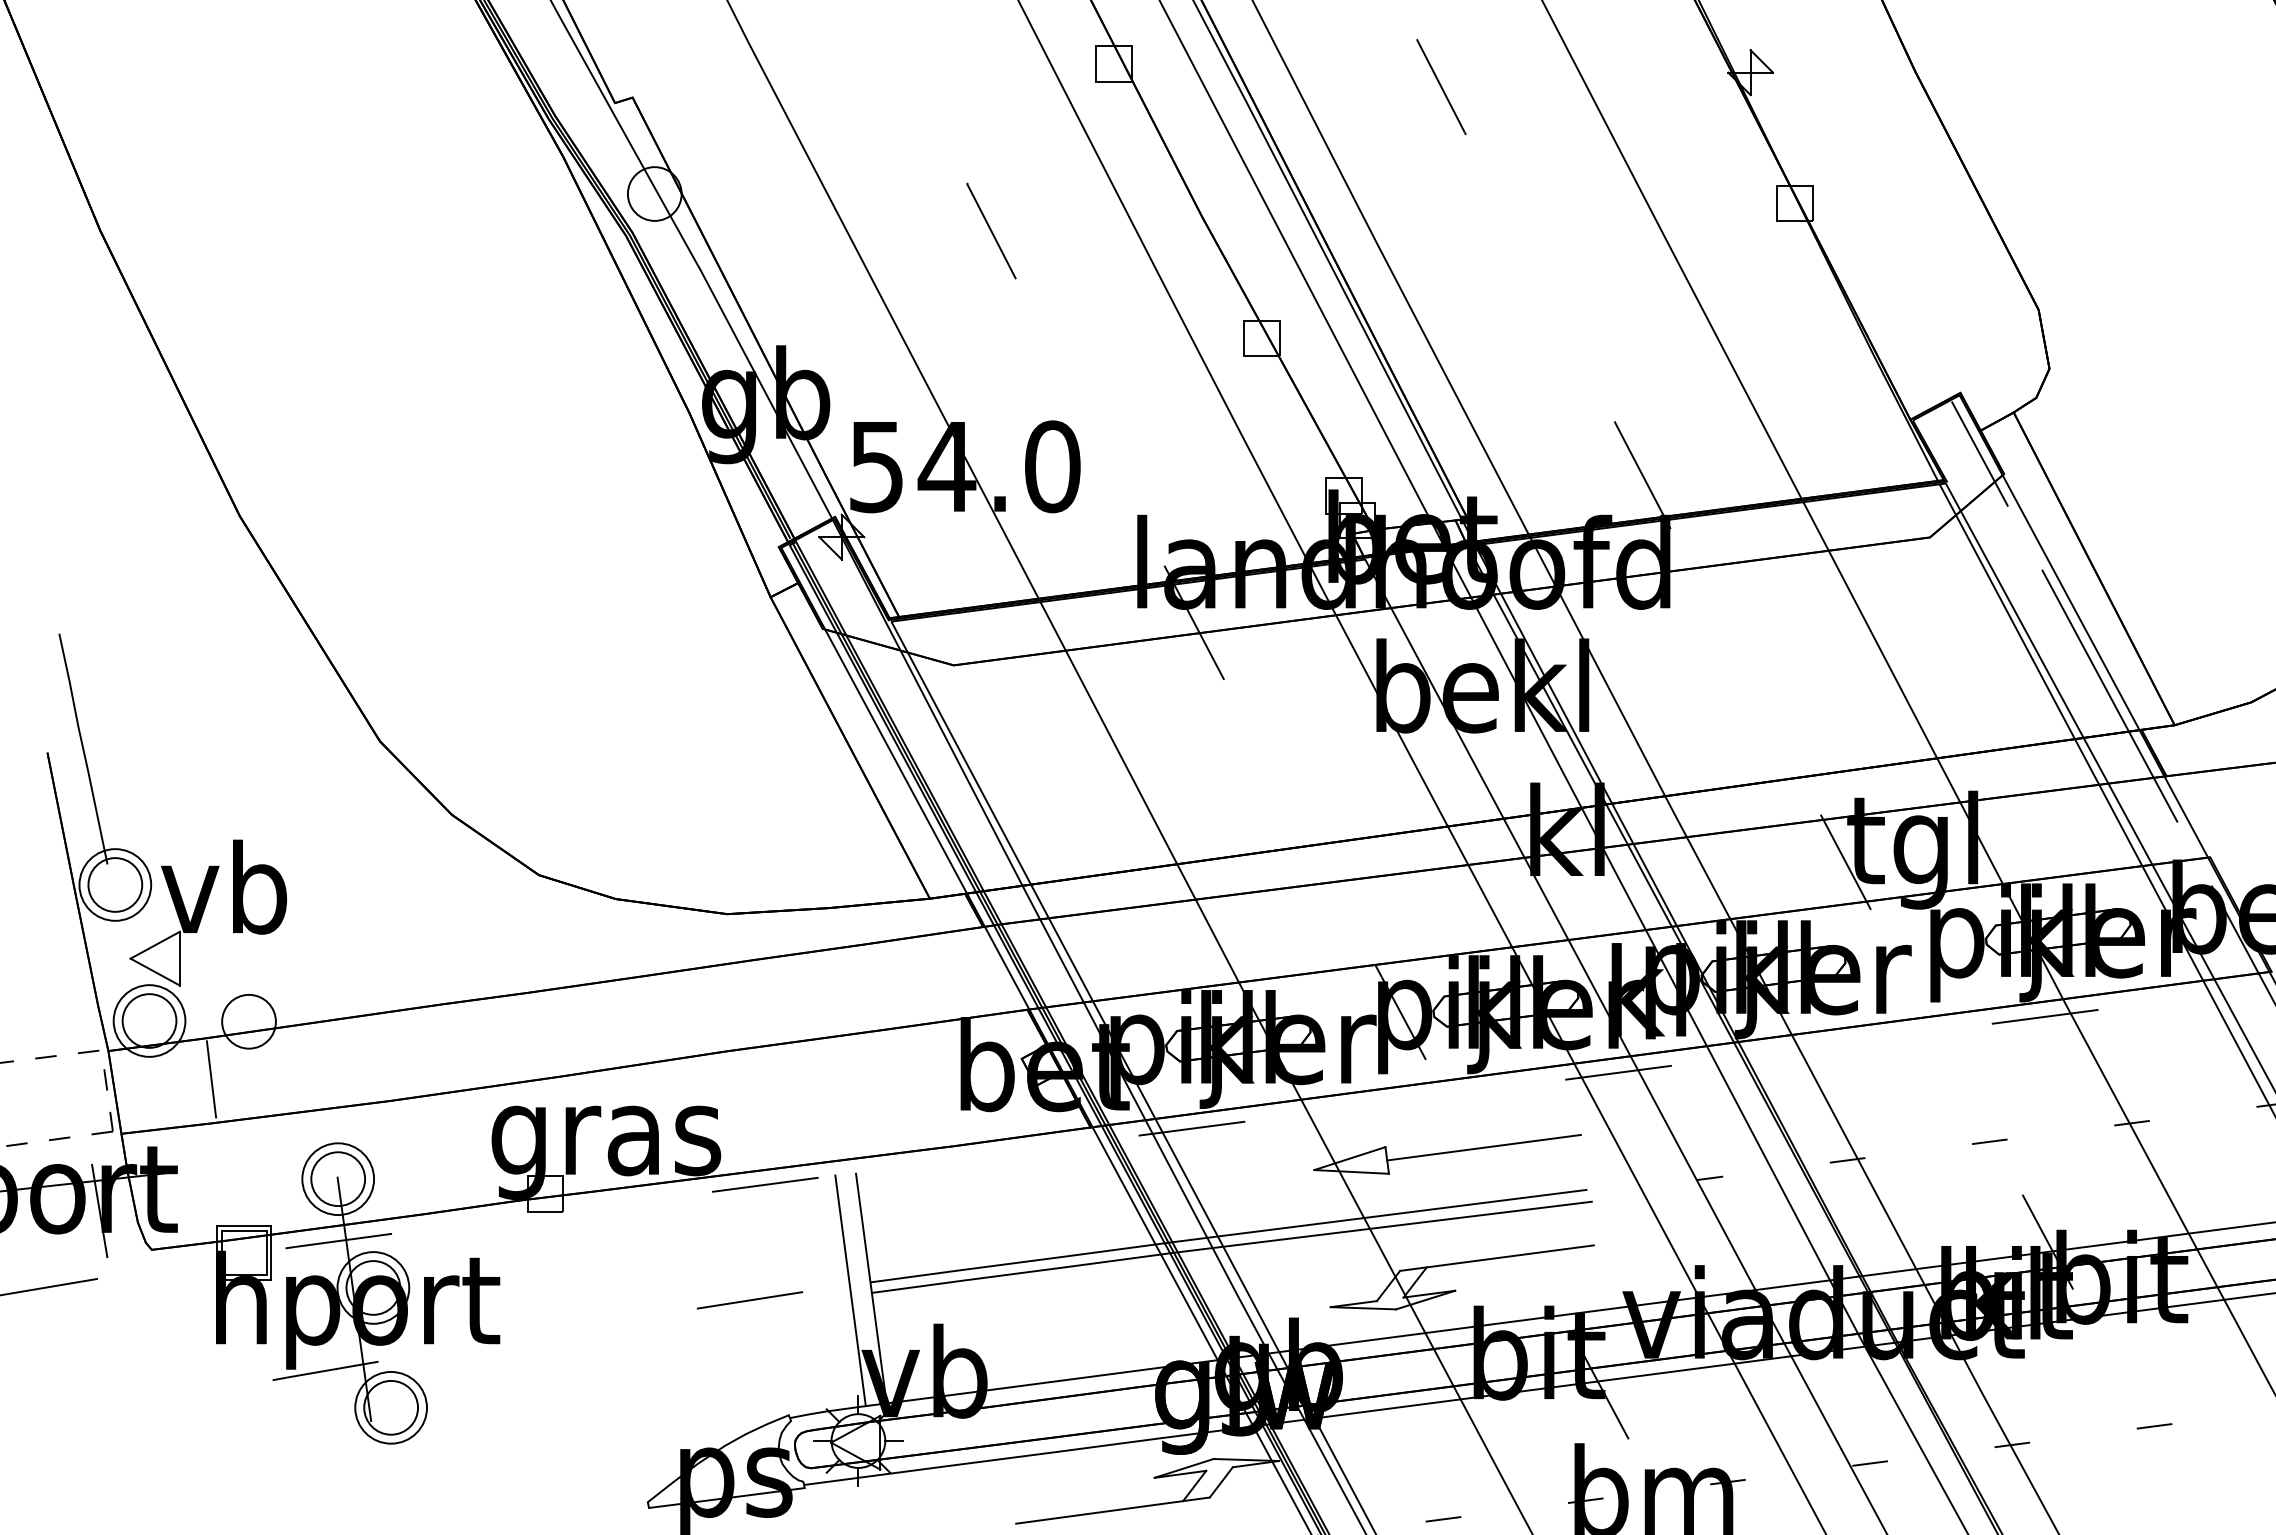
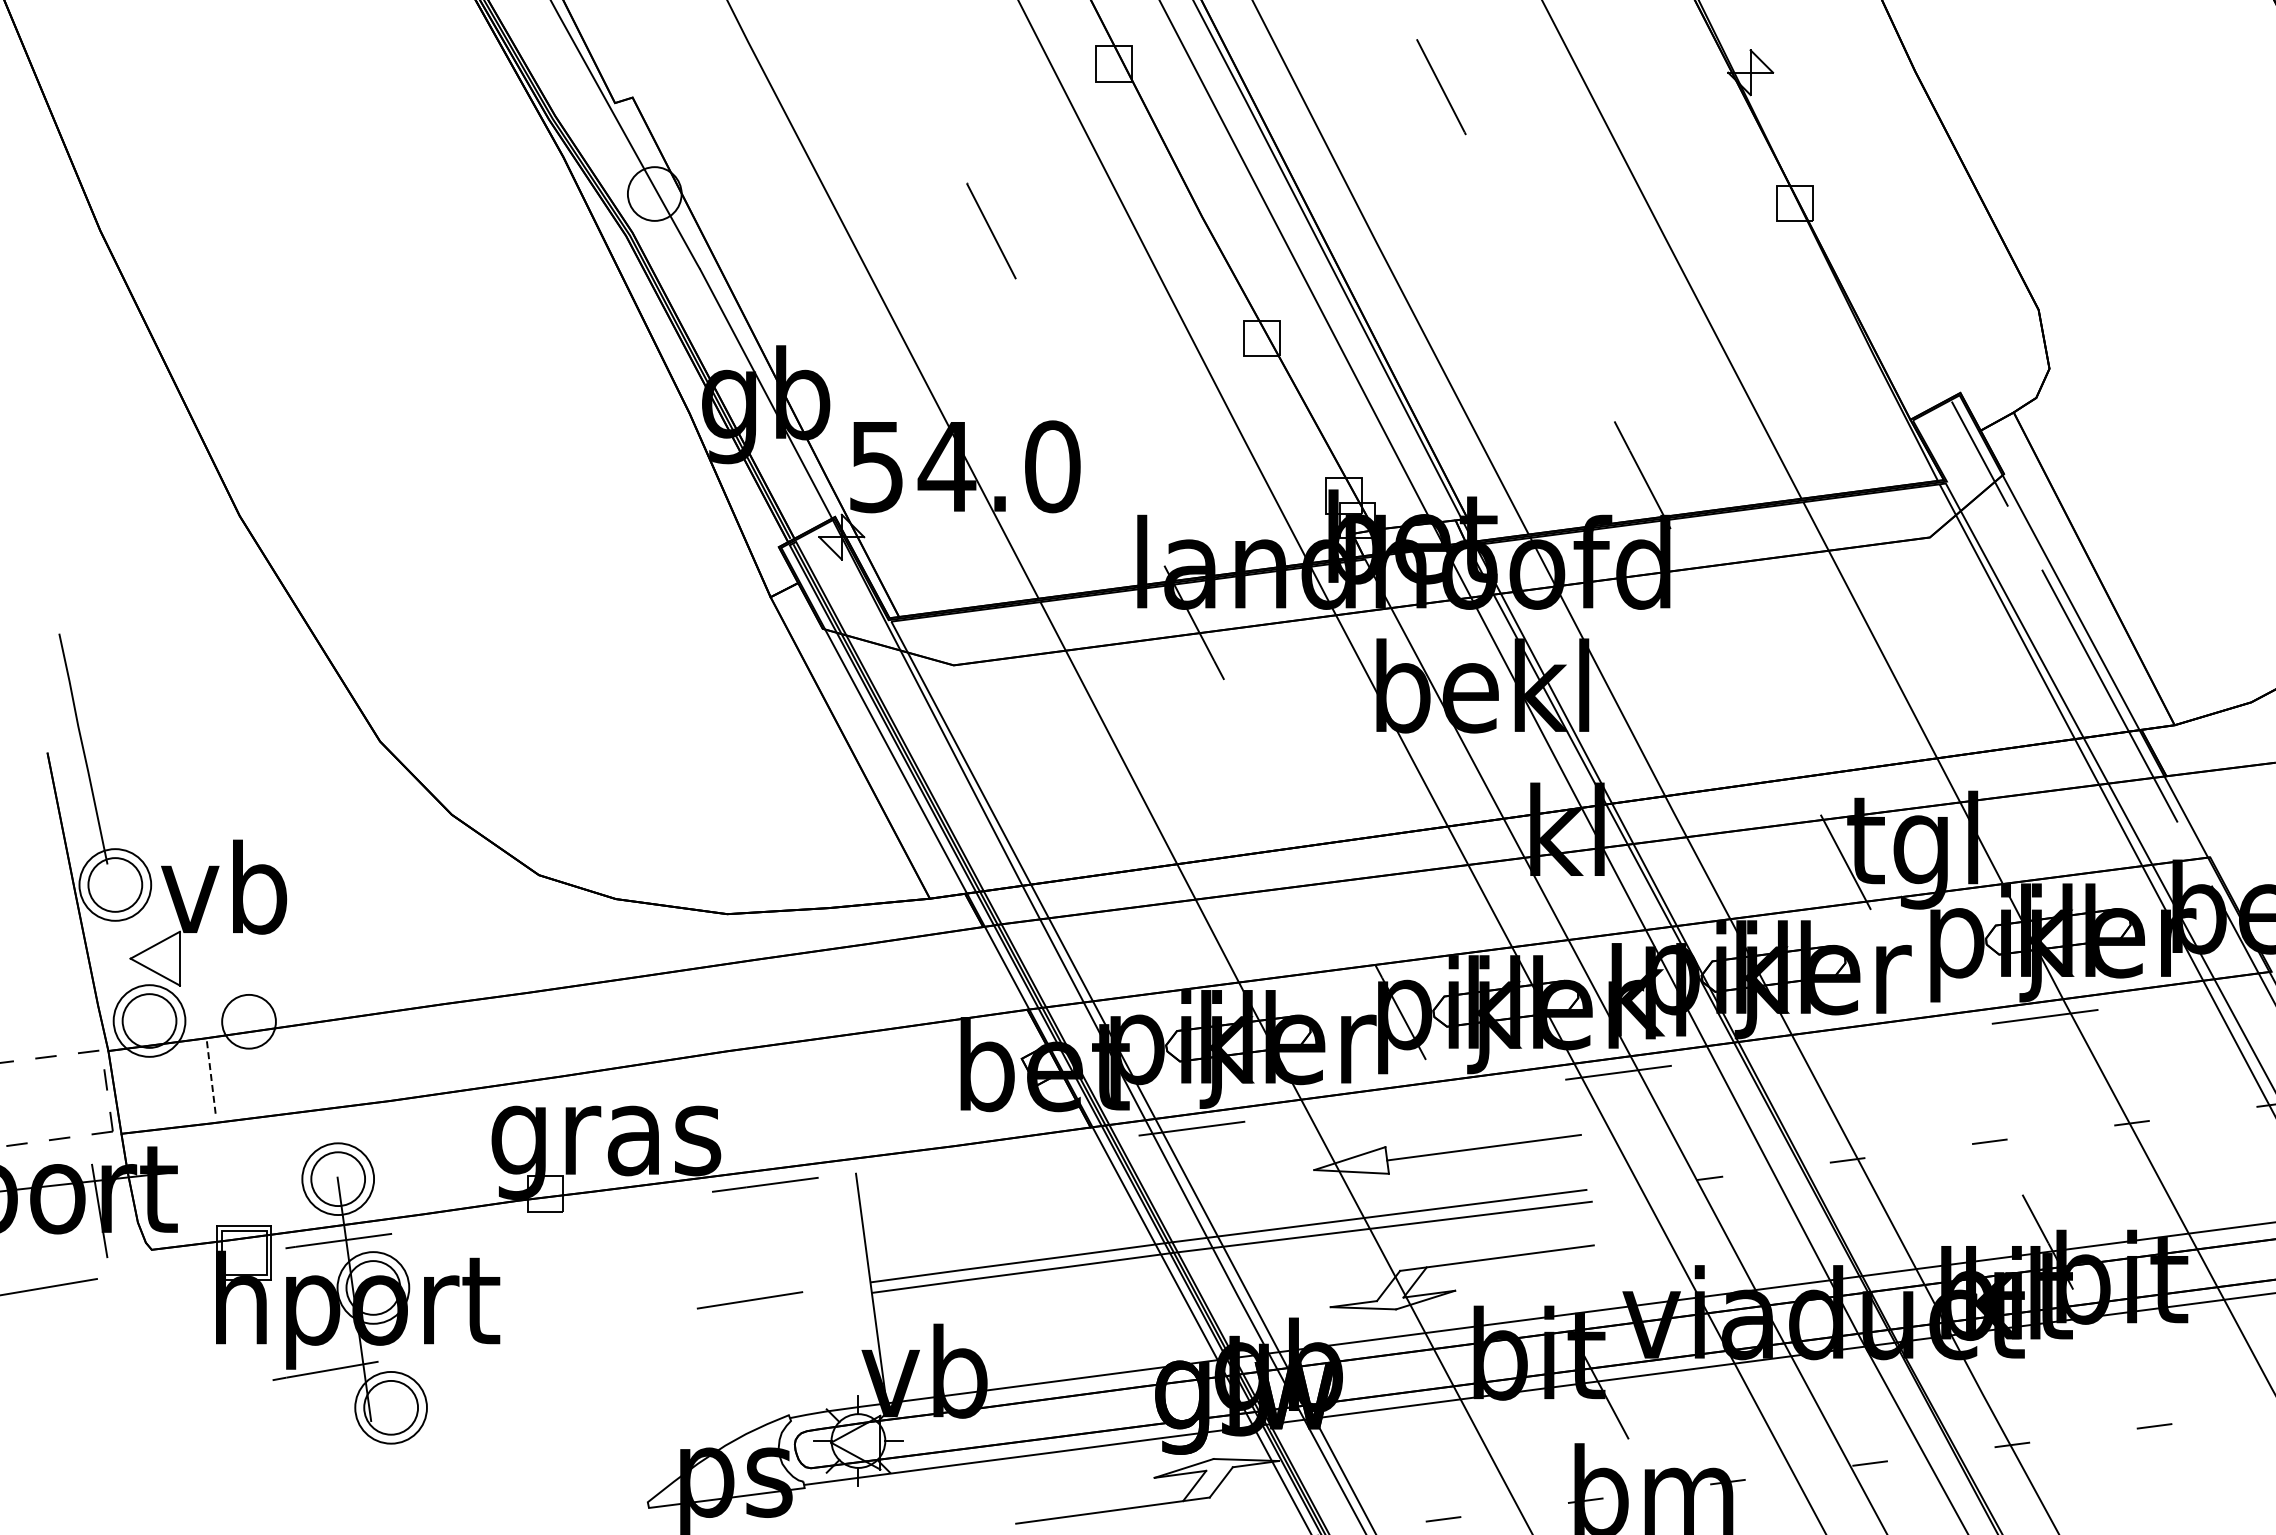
line at (211, 1079): solid -> dashed
line at (850, 1290): present -> none
